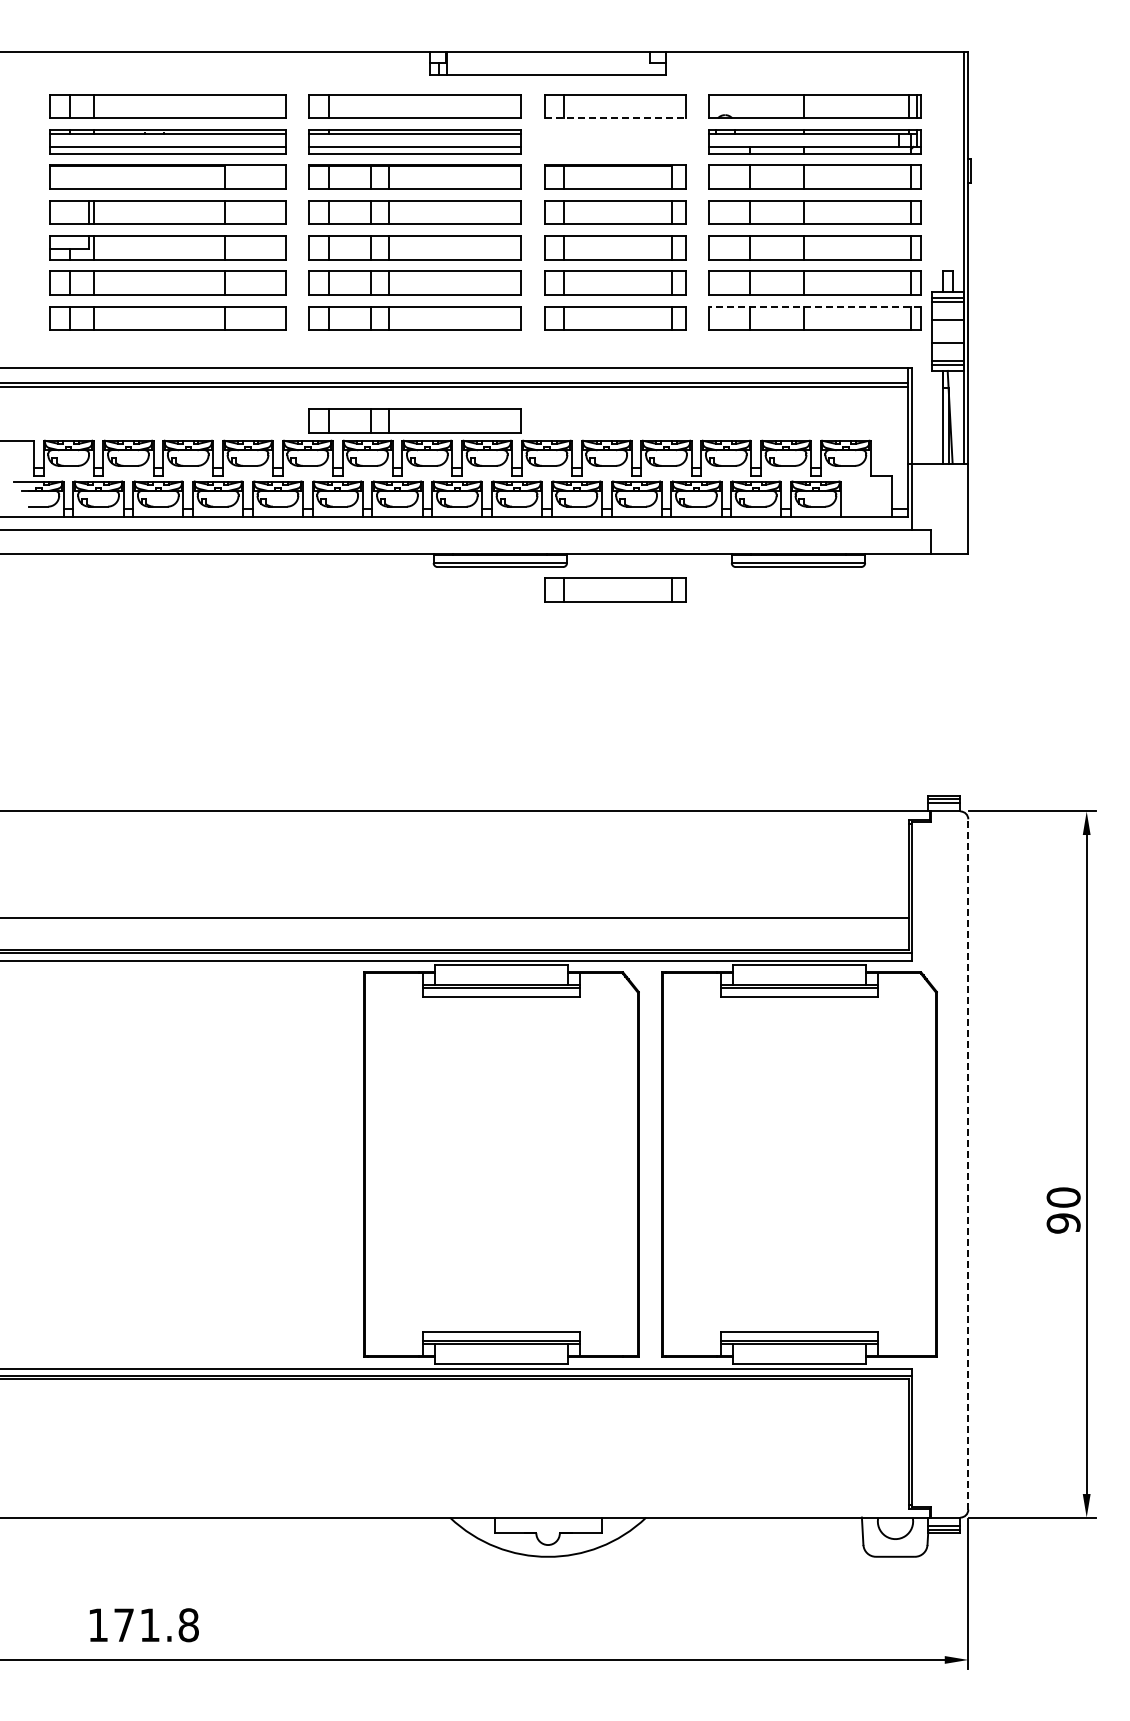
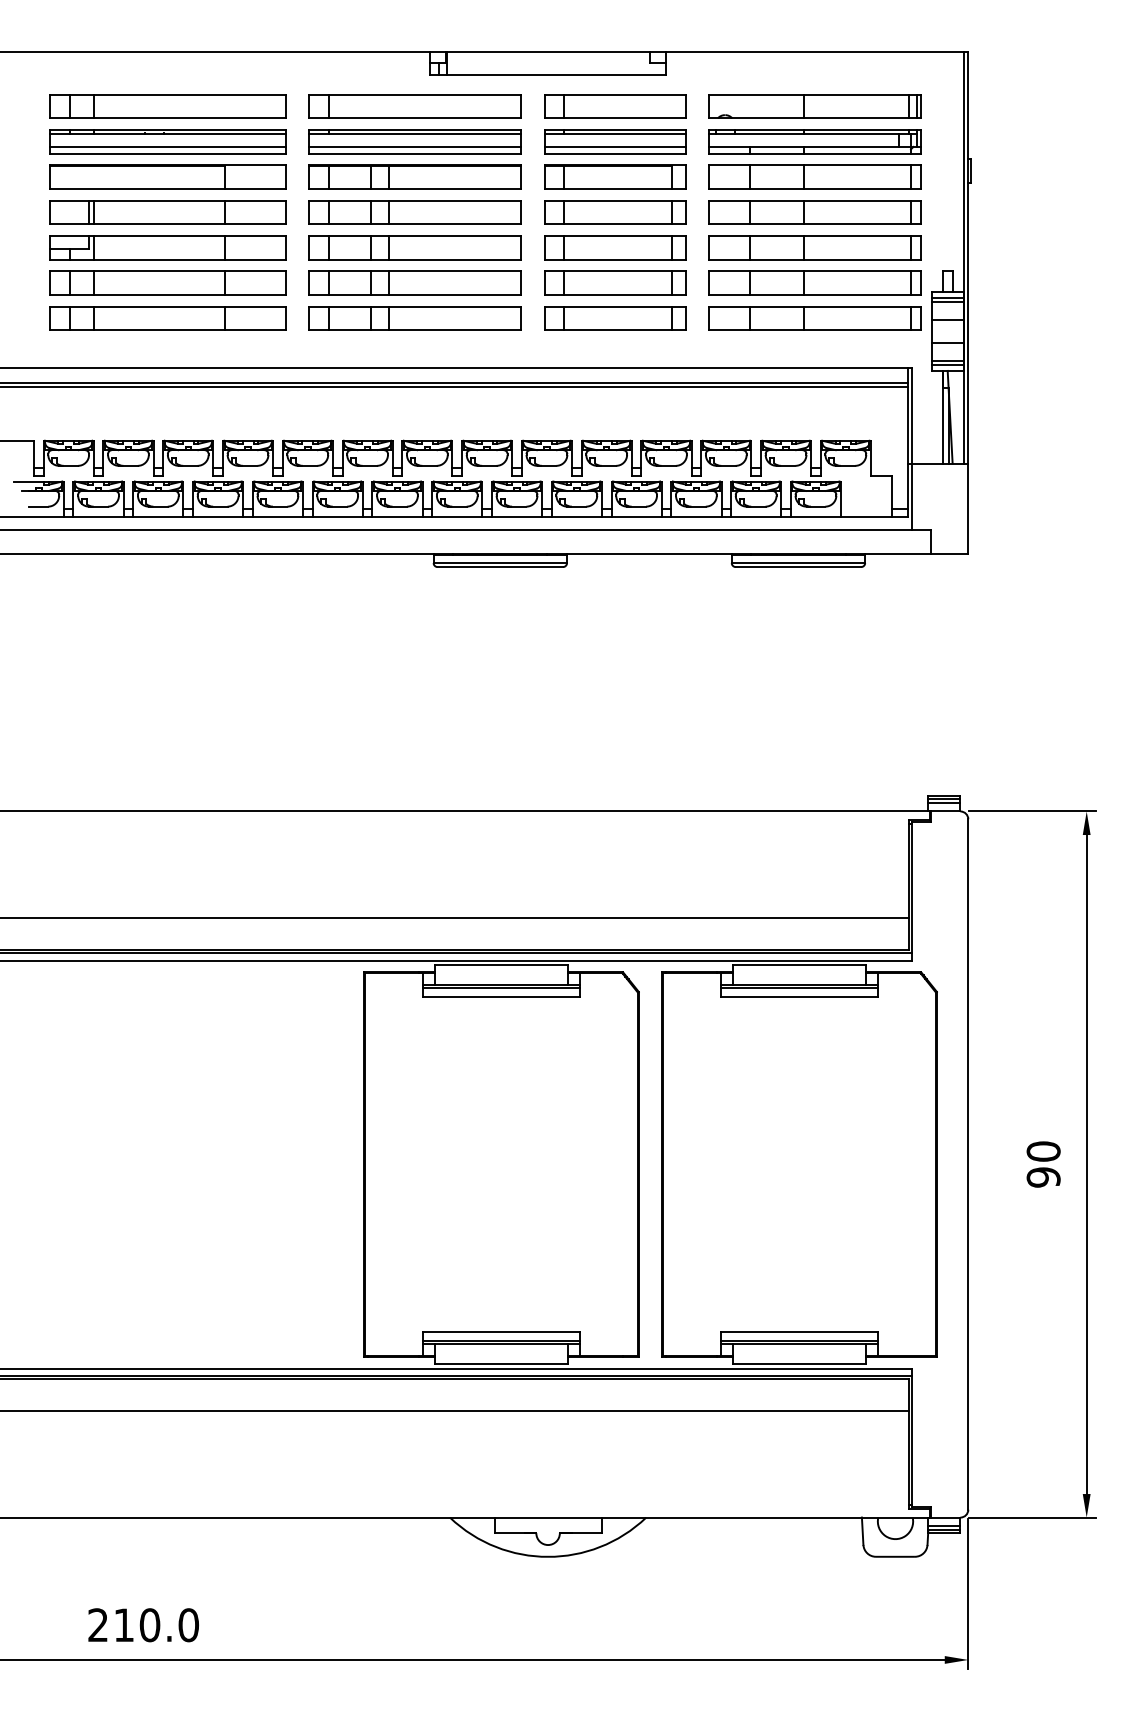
line at (615, 118): dashed -> solid
part at (615, 141): none -> present
line at (815, 306): dashed -> solid
part at (414, 420): present -> none
part at (615, 589): present -> none
line at (968, 1164): dashed -> solid
text at (1063, 1210) position: (1063, 1210) -> (1043, 1164)
line at (455, 1410): none -> present
text at (143, 1625): 171.8 -> 210.0
